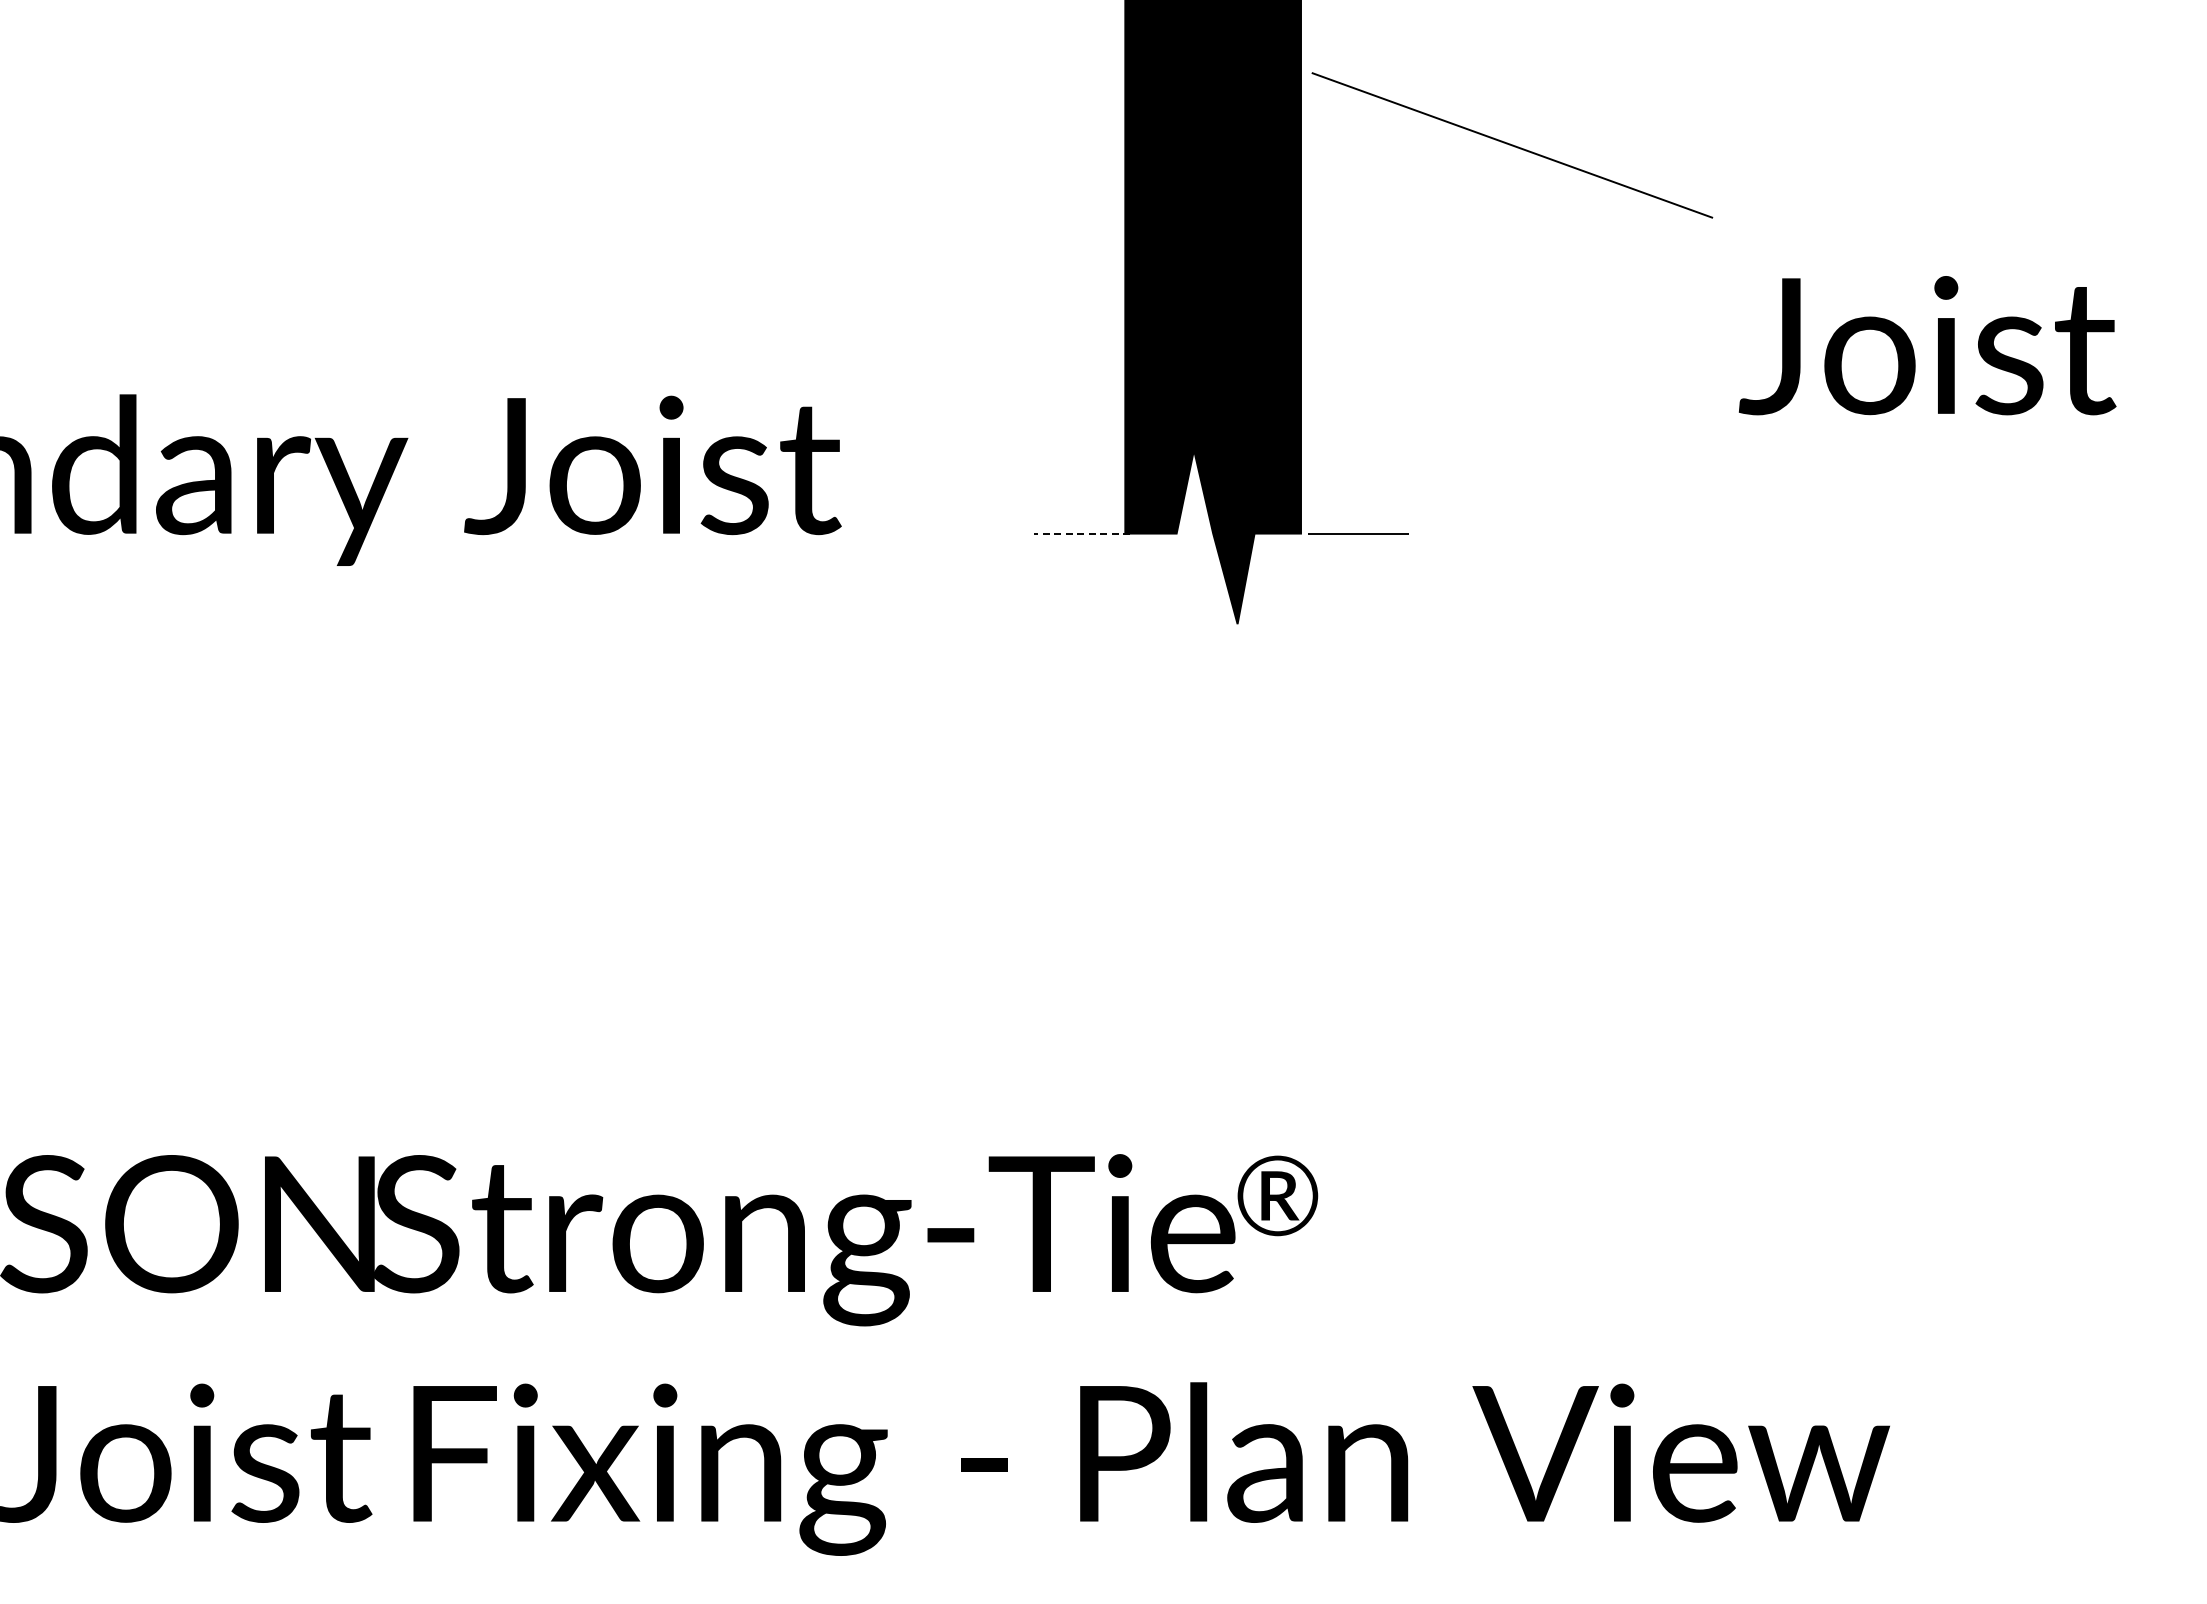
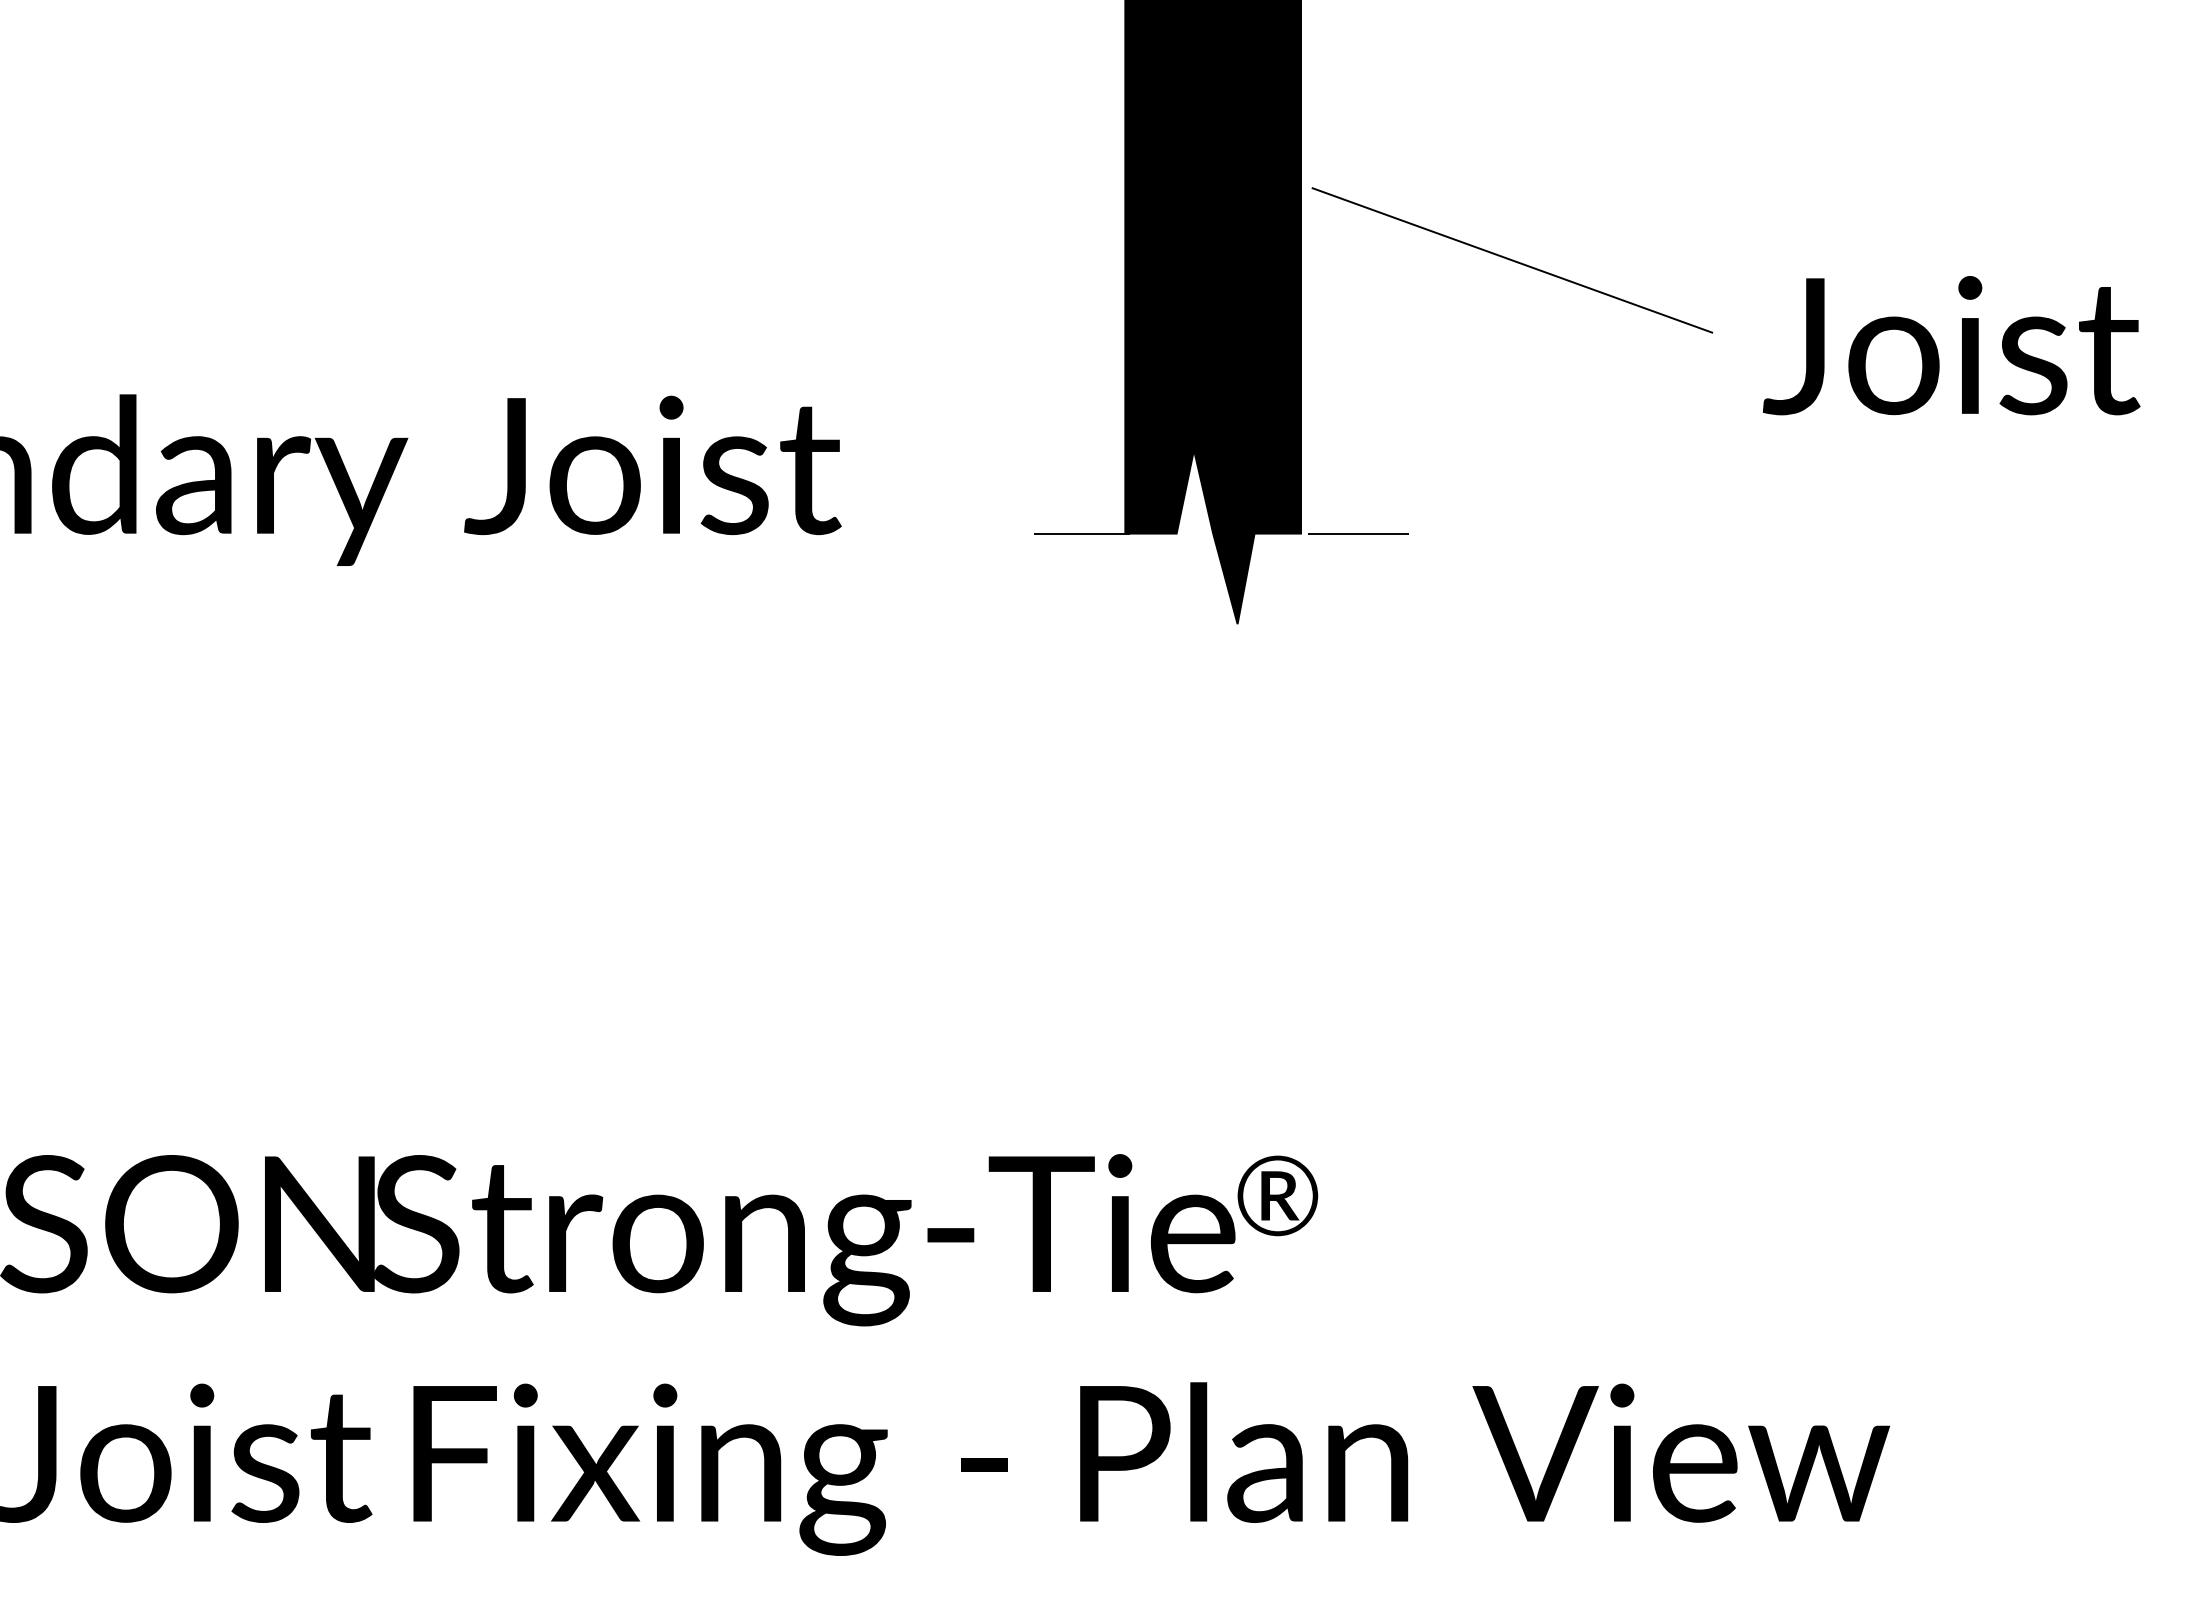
line at (1512, 145) position: (1512, 145) -> (1512, 260)
text at (1927, 345) position: (1927, 345) -> (1951, 345)
line at (1081, 533): dashed -> solid
